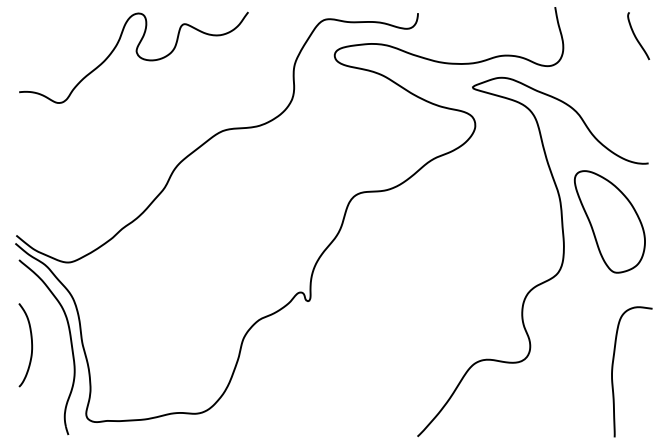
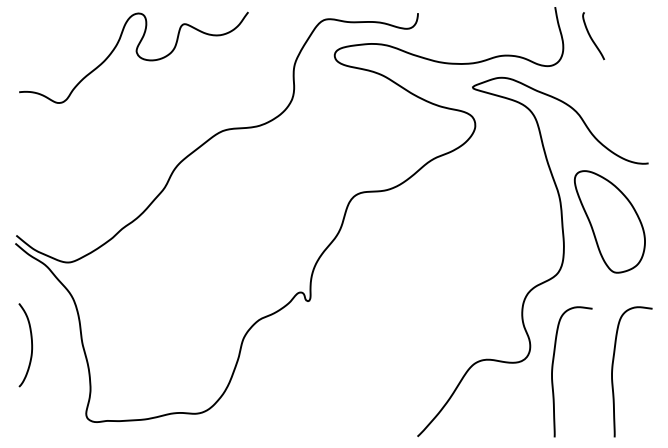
curve at (636, 36) position: (636, 36) -> (591, 36)
part at (70, 344): present -> none
curve at (553, 369): none -> present
